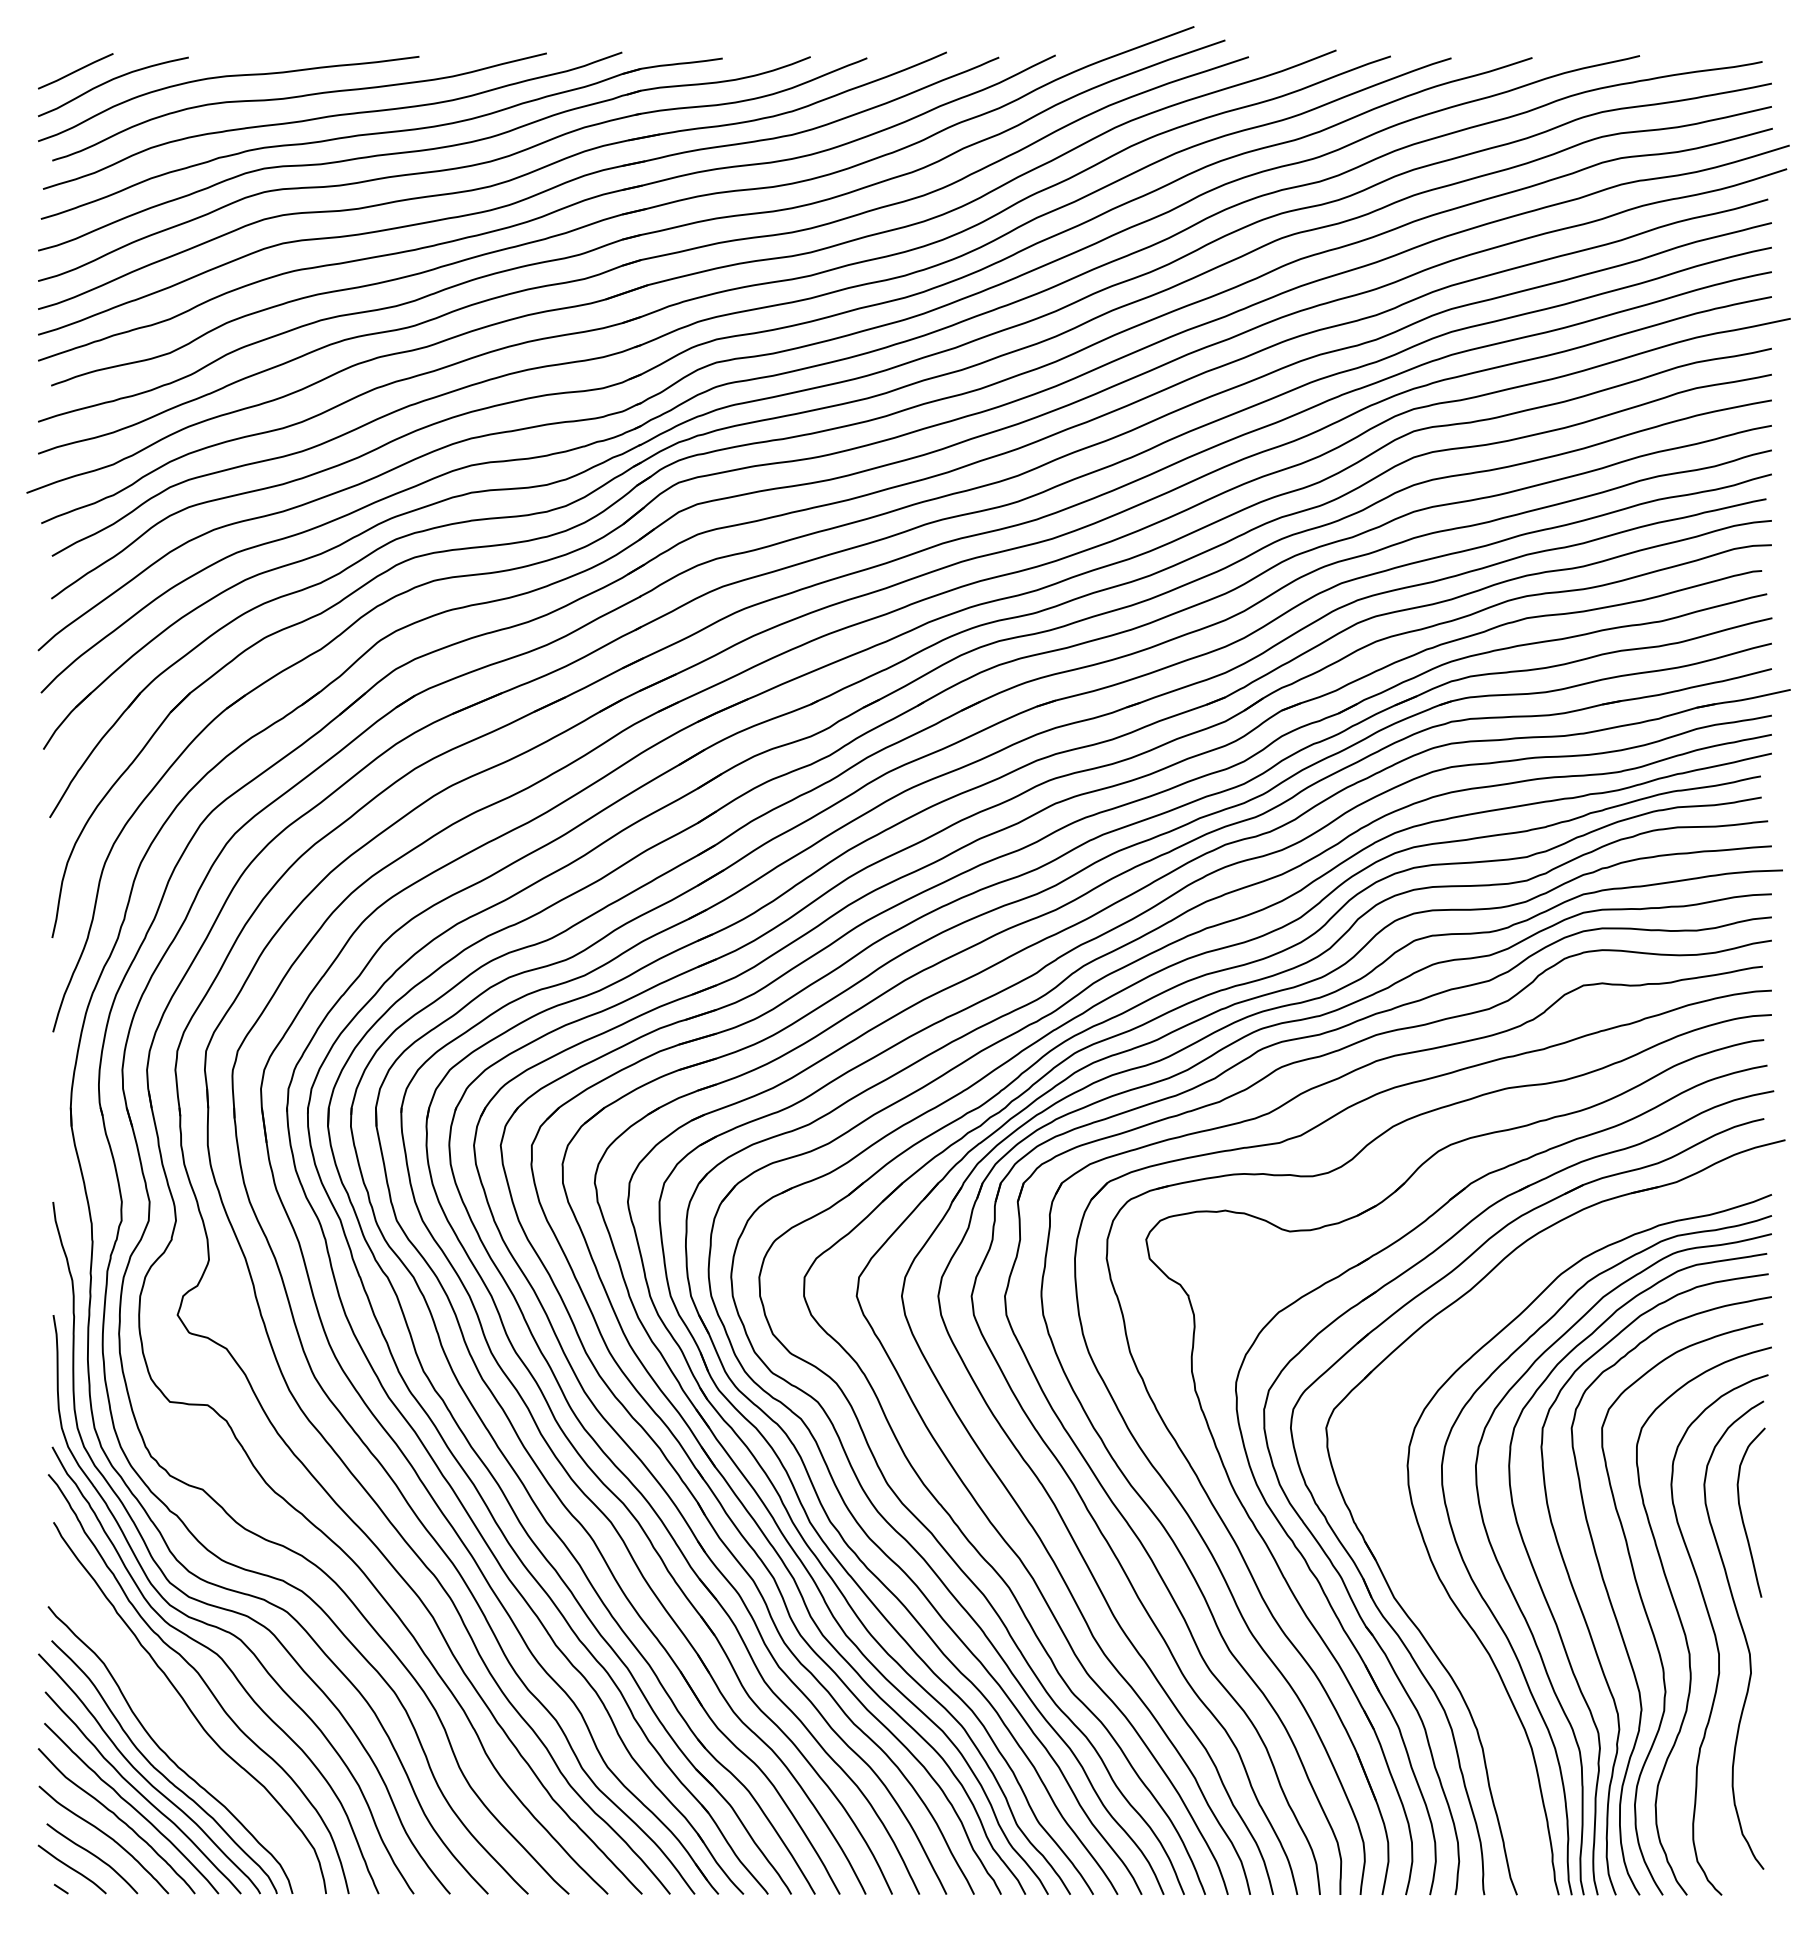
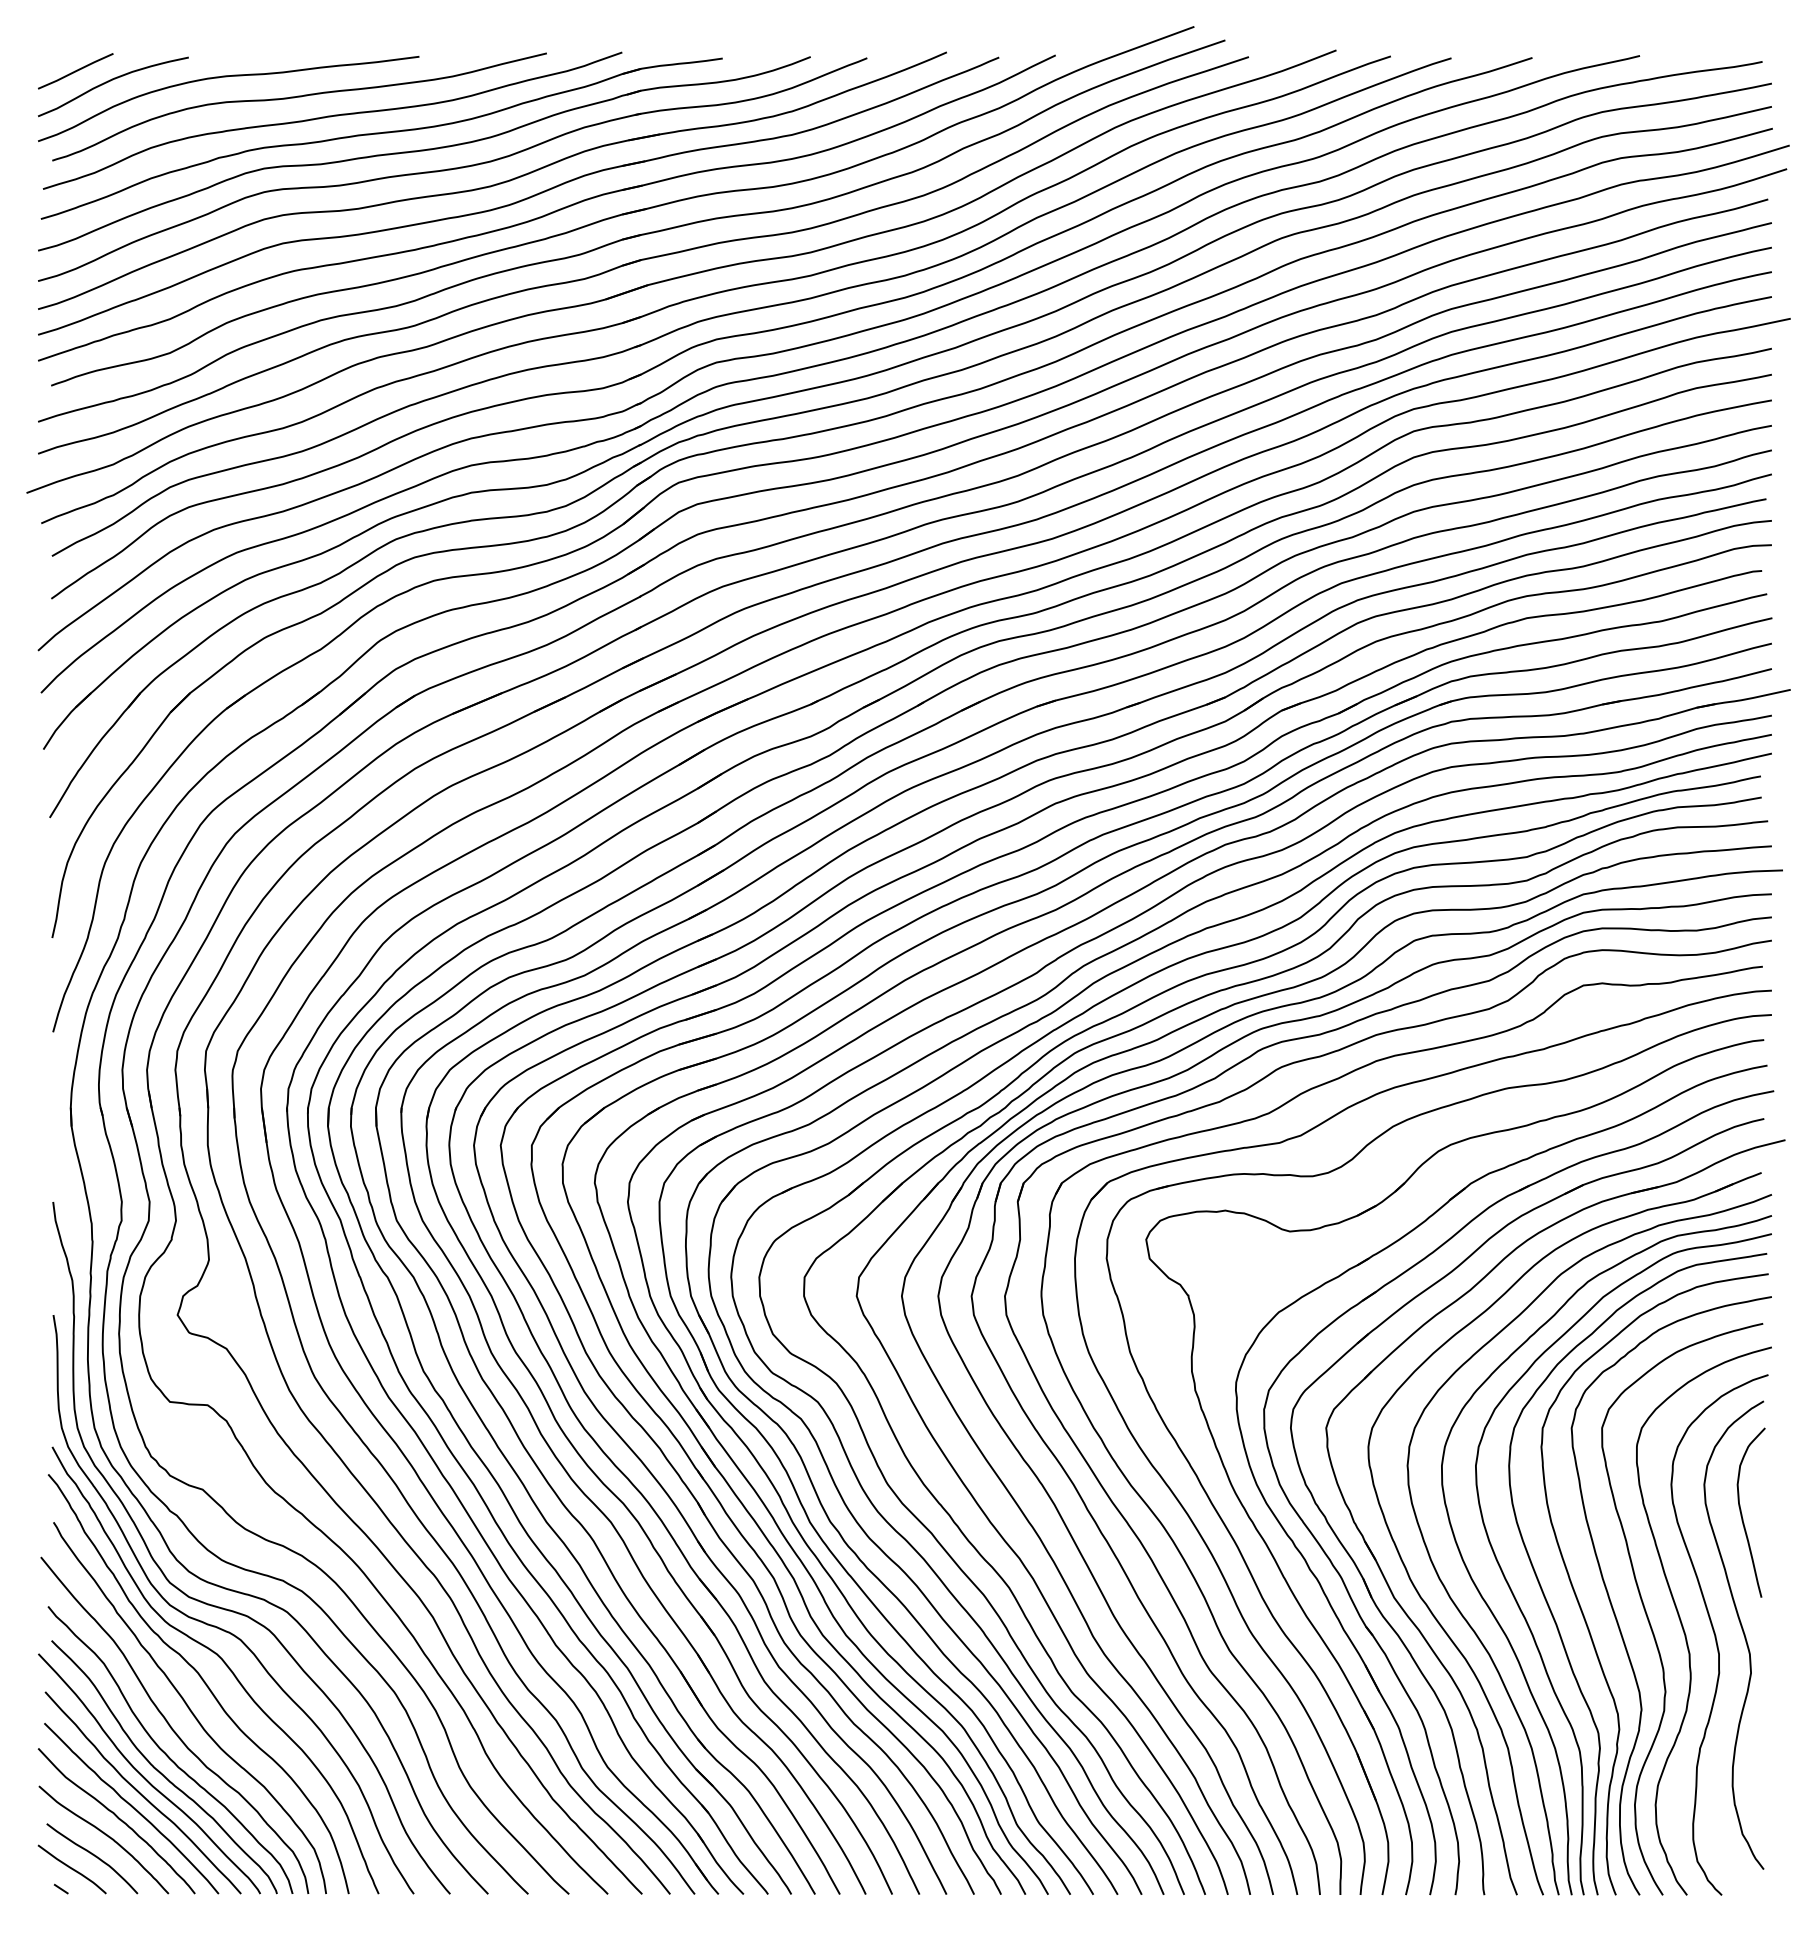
part at (1441, 1624): none -> present
curve at (171, 1726): none -> present
